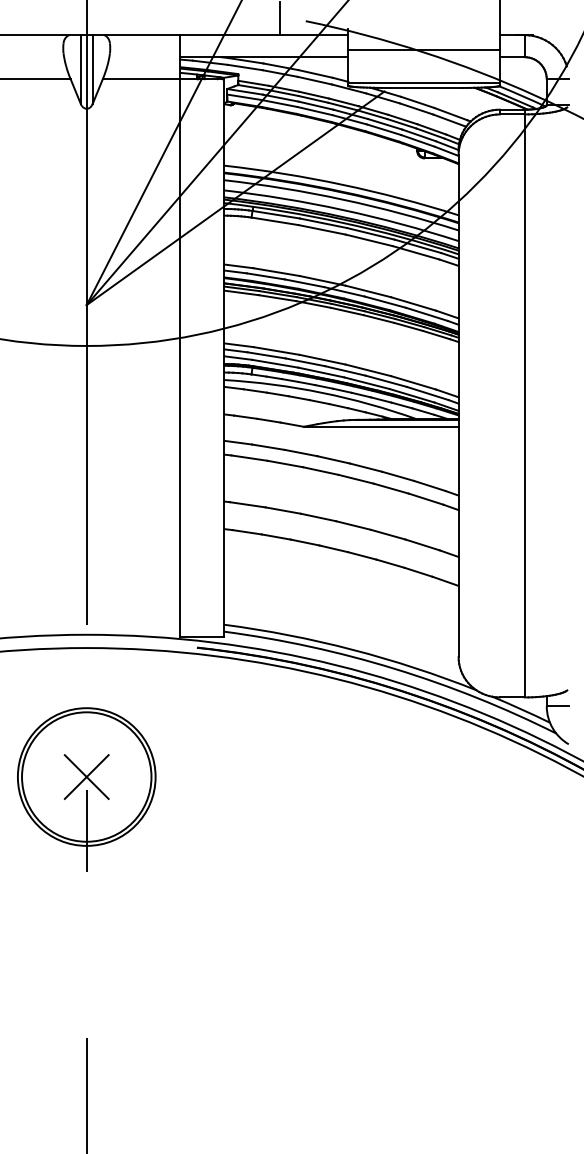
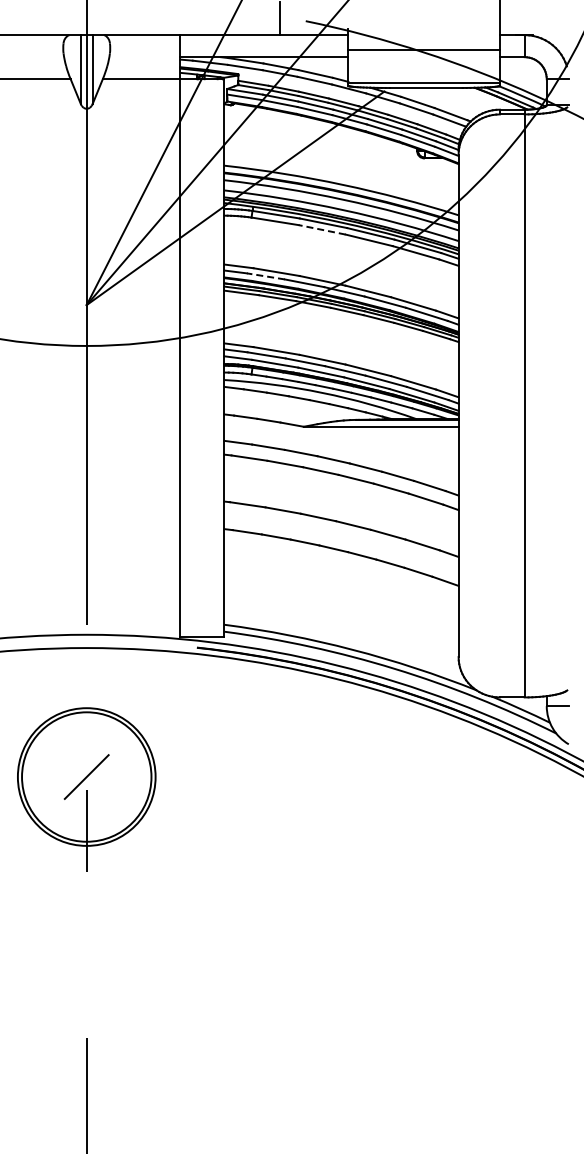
line at (322, 229): solid -> dashed
line at (265, 276): solid -> dashed
line at (86, 776): present -> none
